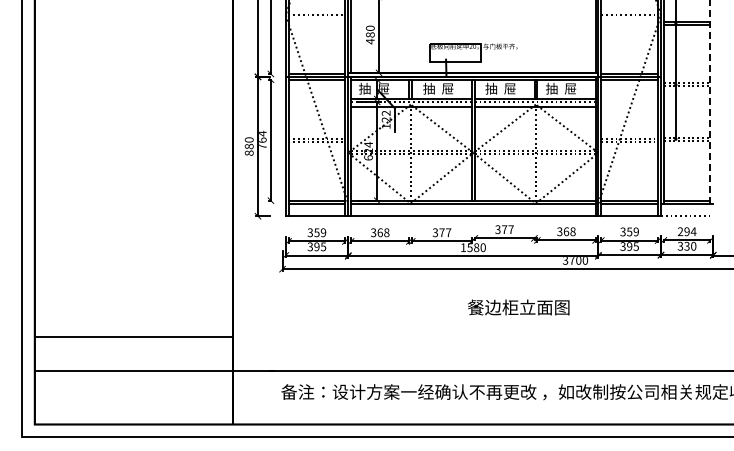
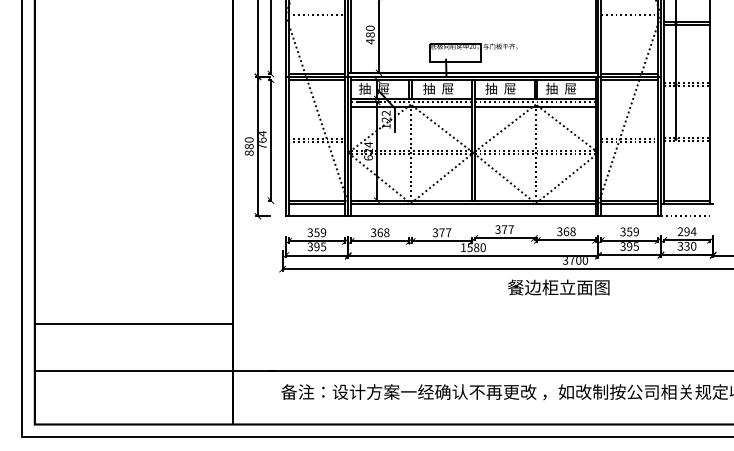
line at (710, 101): dashed -> solid
text at (518, 307) position: (518, 307) -> (558, 287)
line at (133, 337) position: (133, 337) -> (133, 324)
